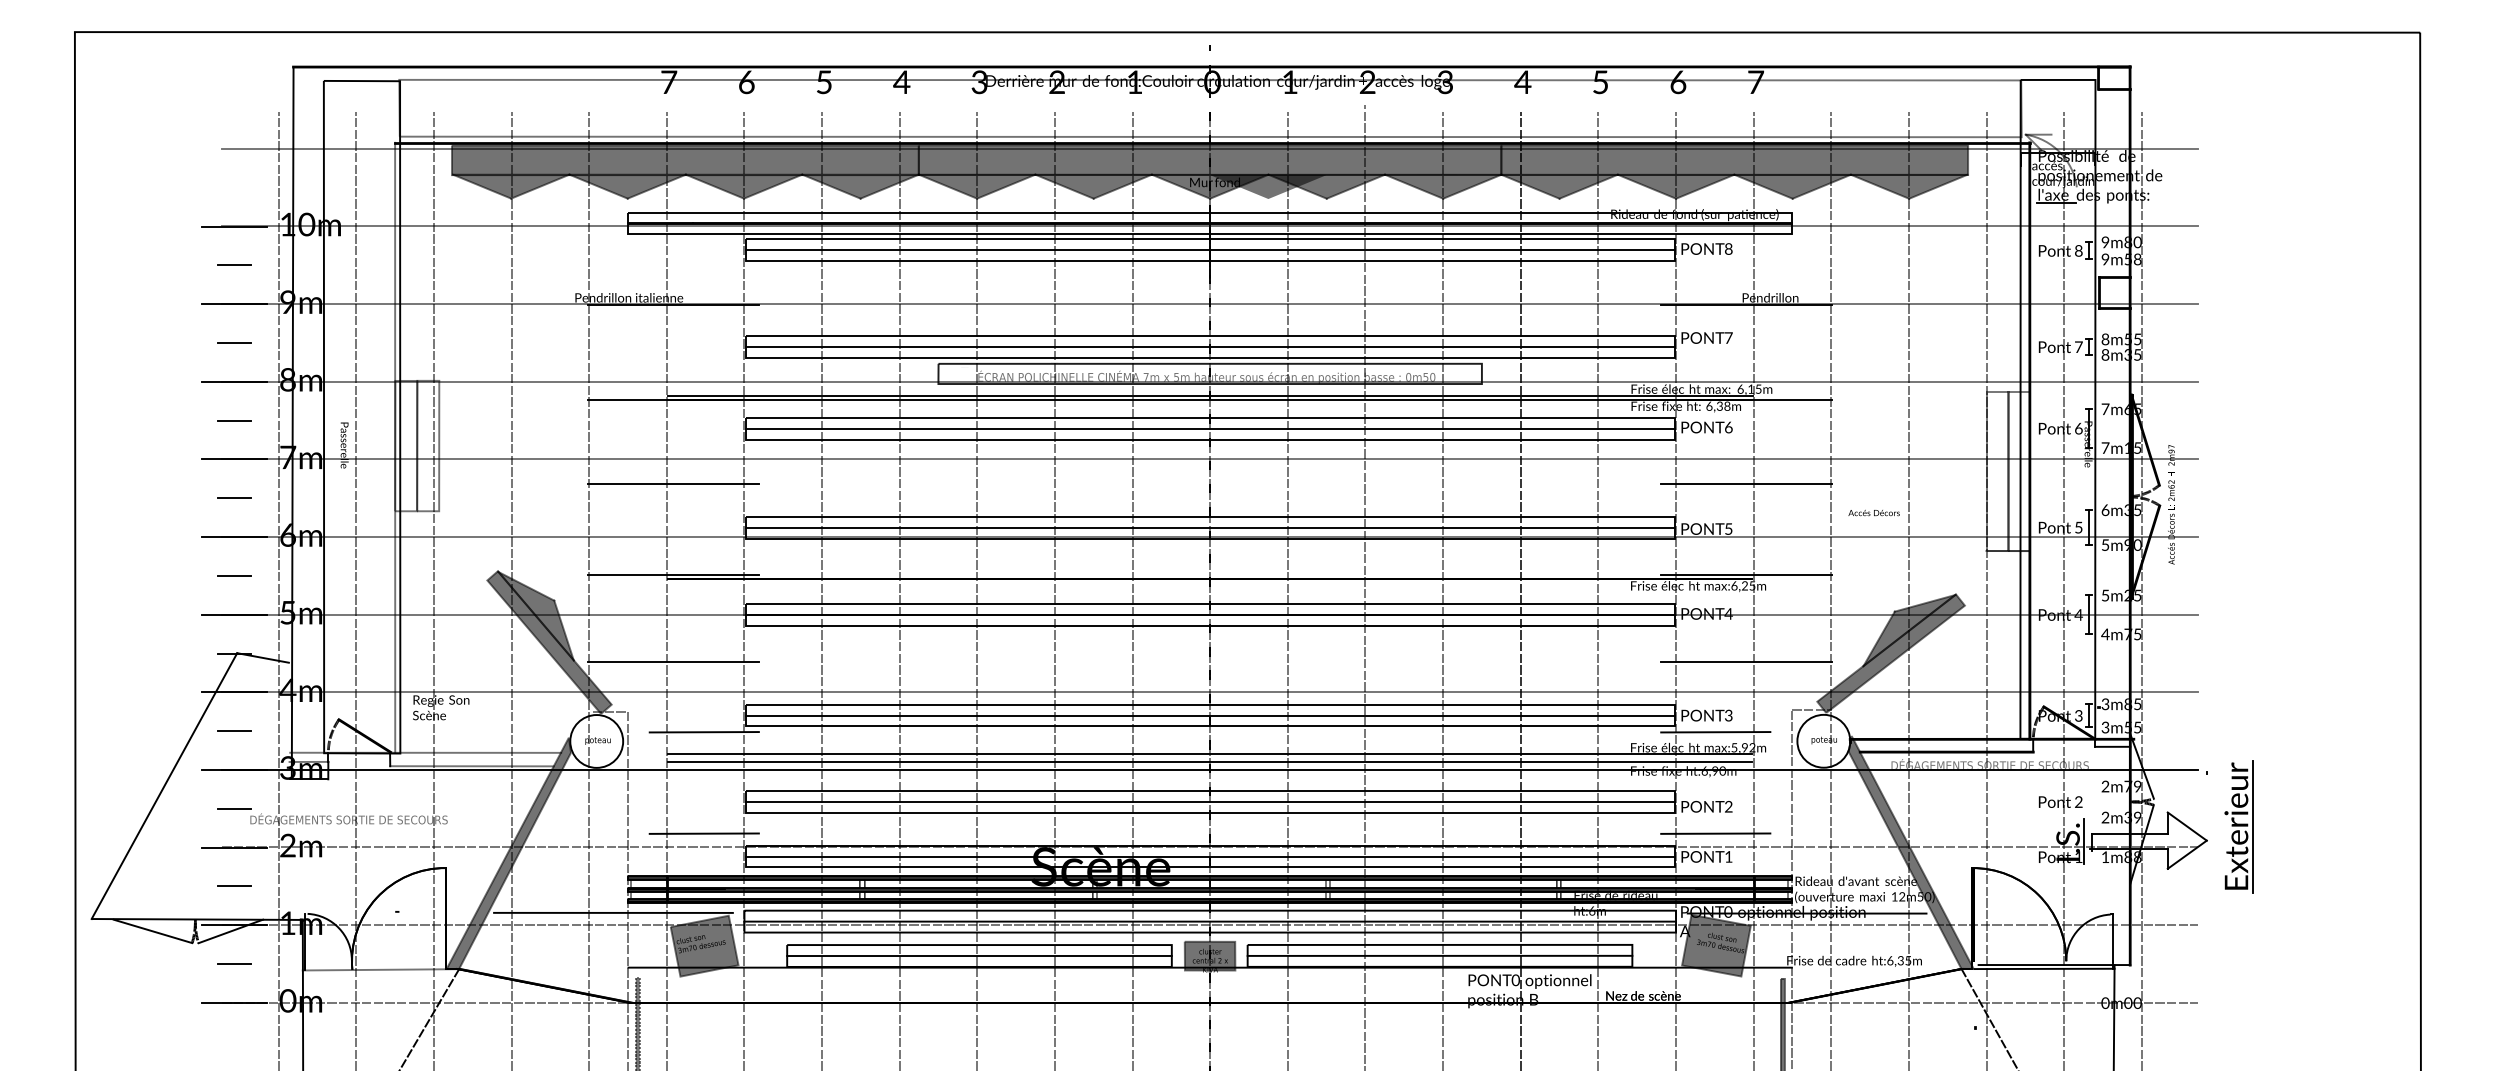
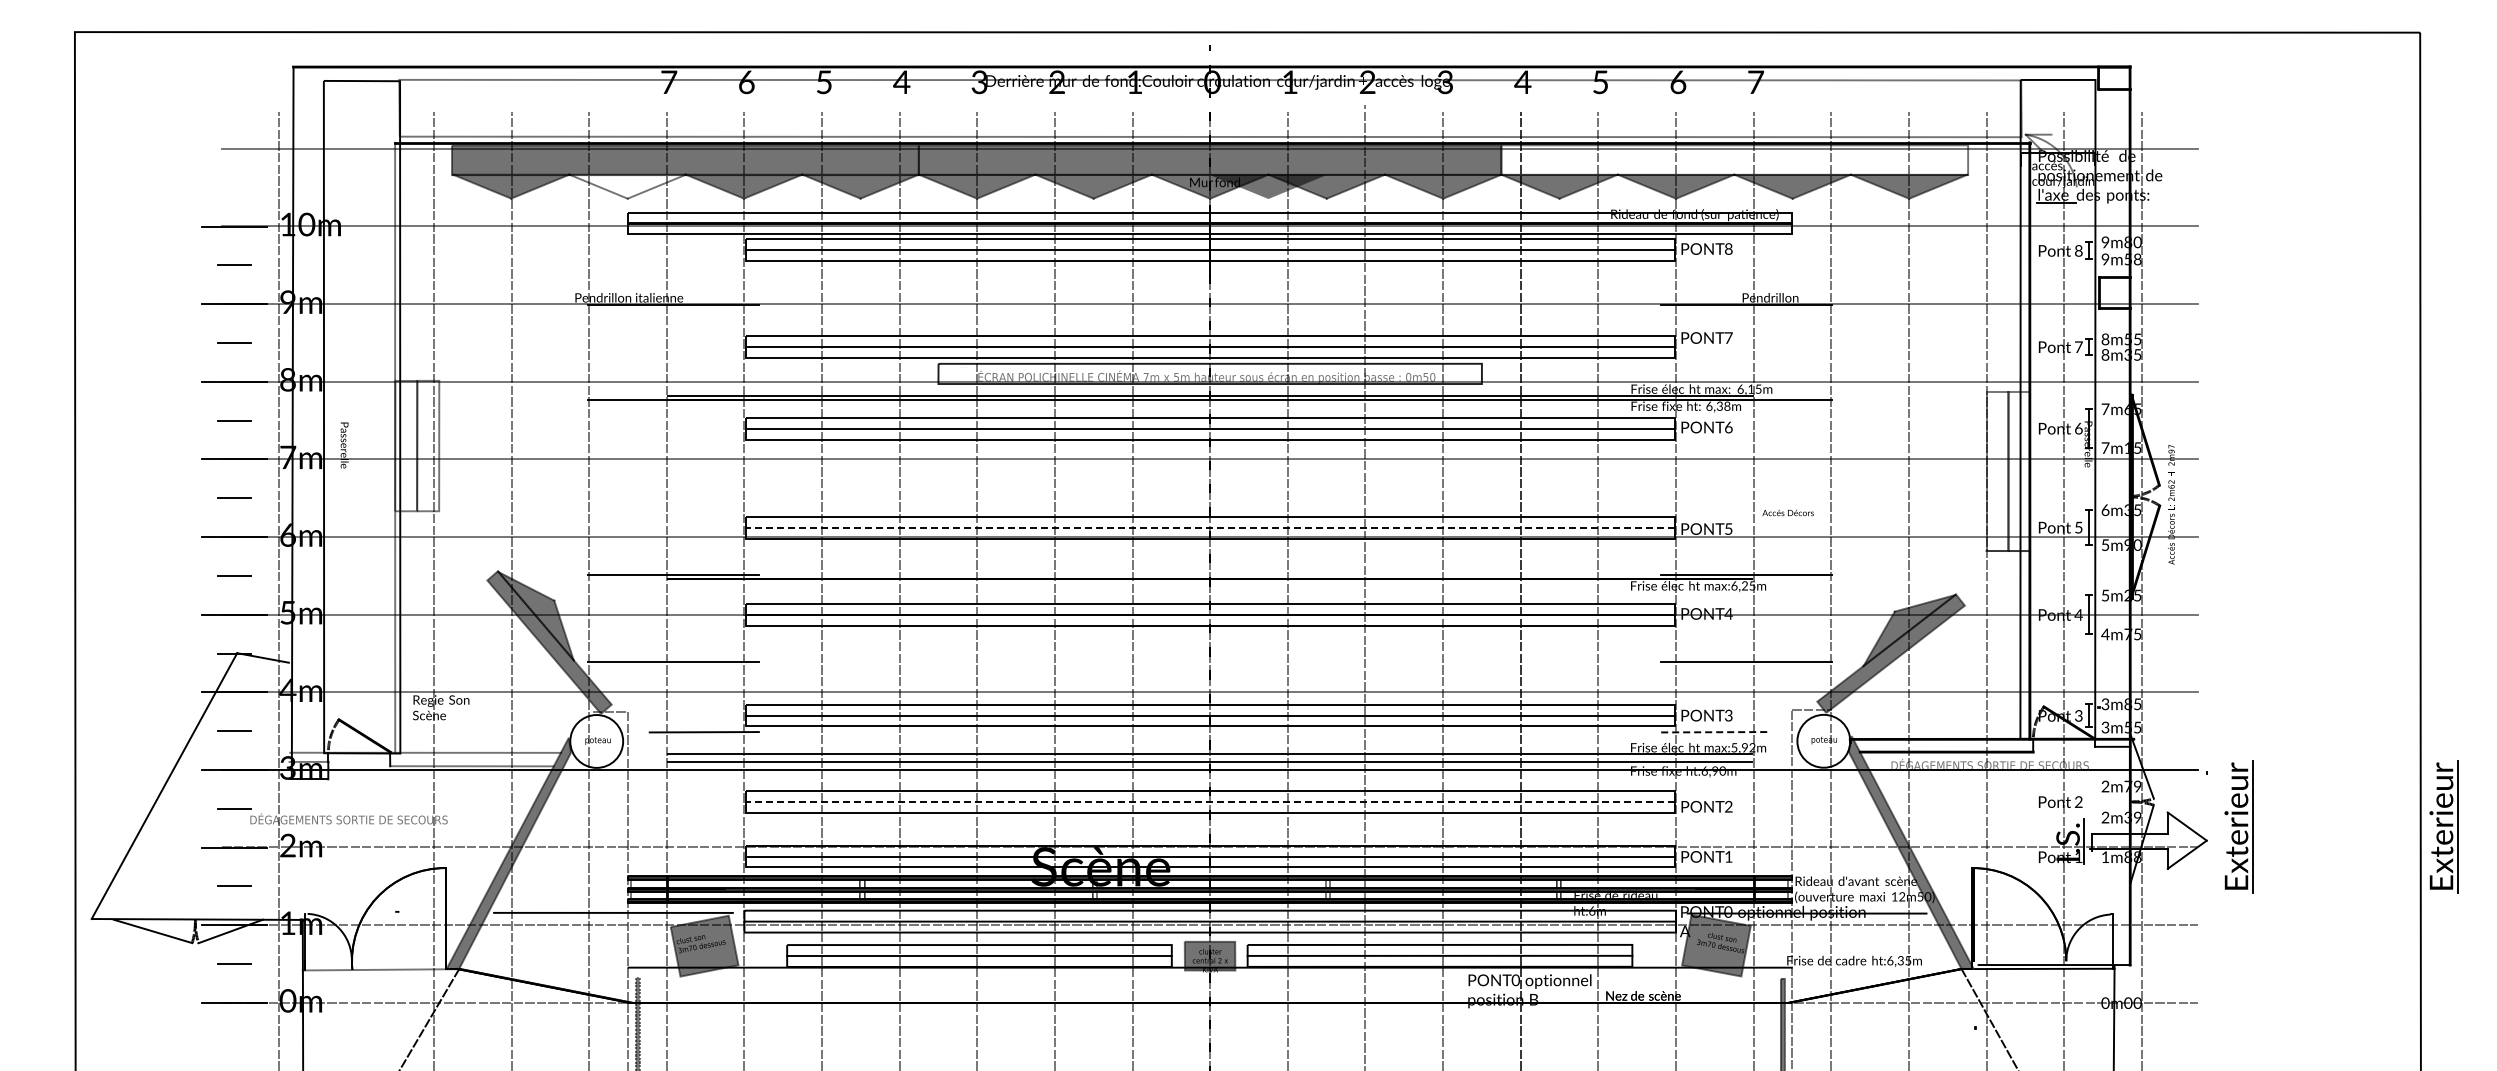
fill at (1734, 159): present -> none
fill at (627, 186): present -> none
line at (673, 484): present -> none
line at (1746, 484): present -> none
text at (1873, 512) position: (1873, 512) -> (1787, 512)
line at (1210, 527): solid -> dashed
line at (356, 589): present -> none
line at (1715, 732): solid -> dashed
line at (1210, 801): solid -> dashed
part at (2443, 826): none -> present
line at (703, 833): present -> none
line at (1715, 833): present -> none
